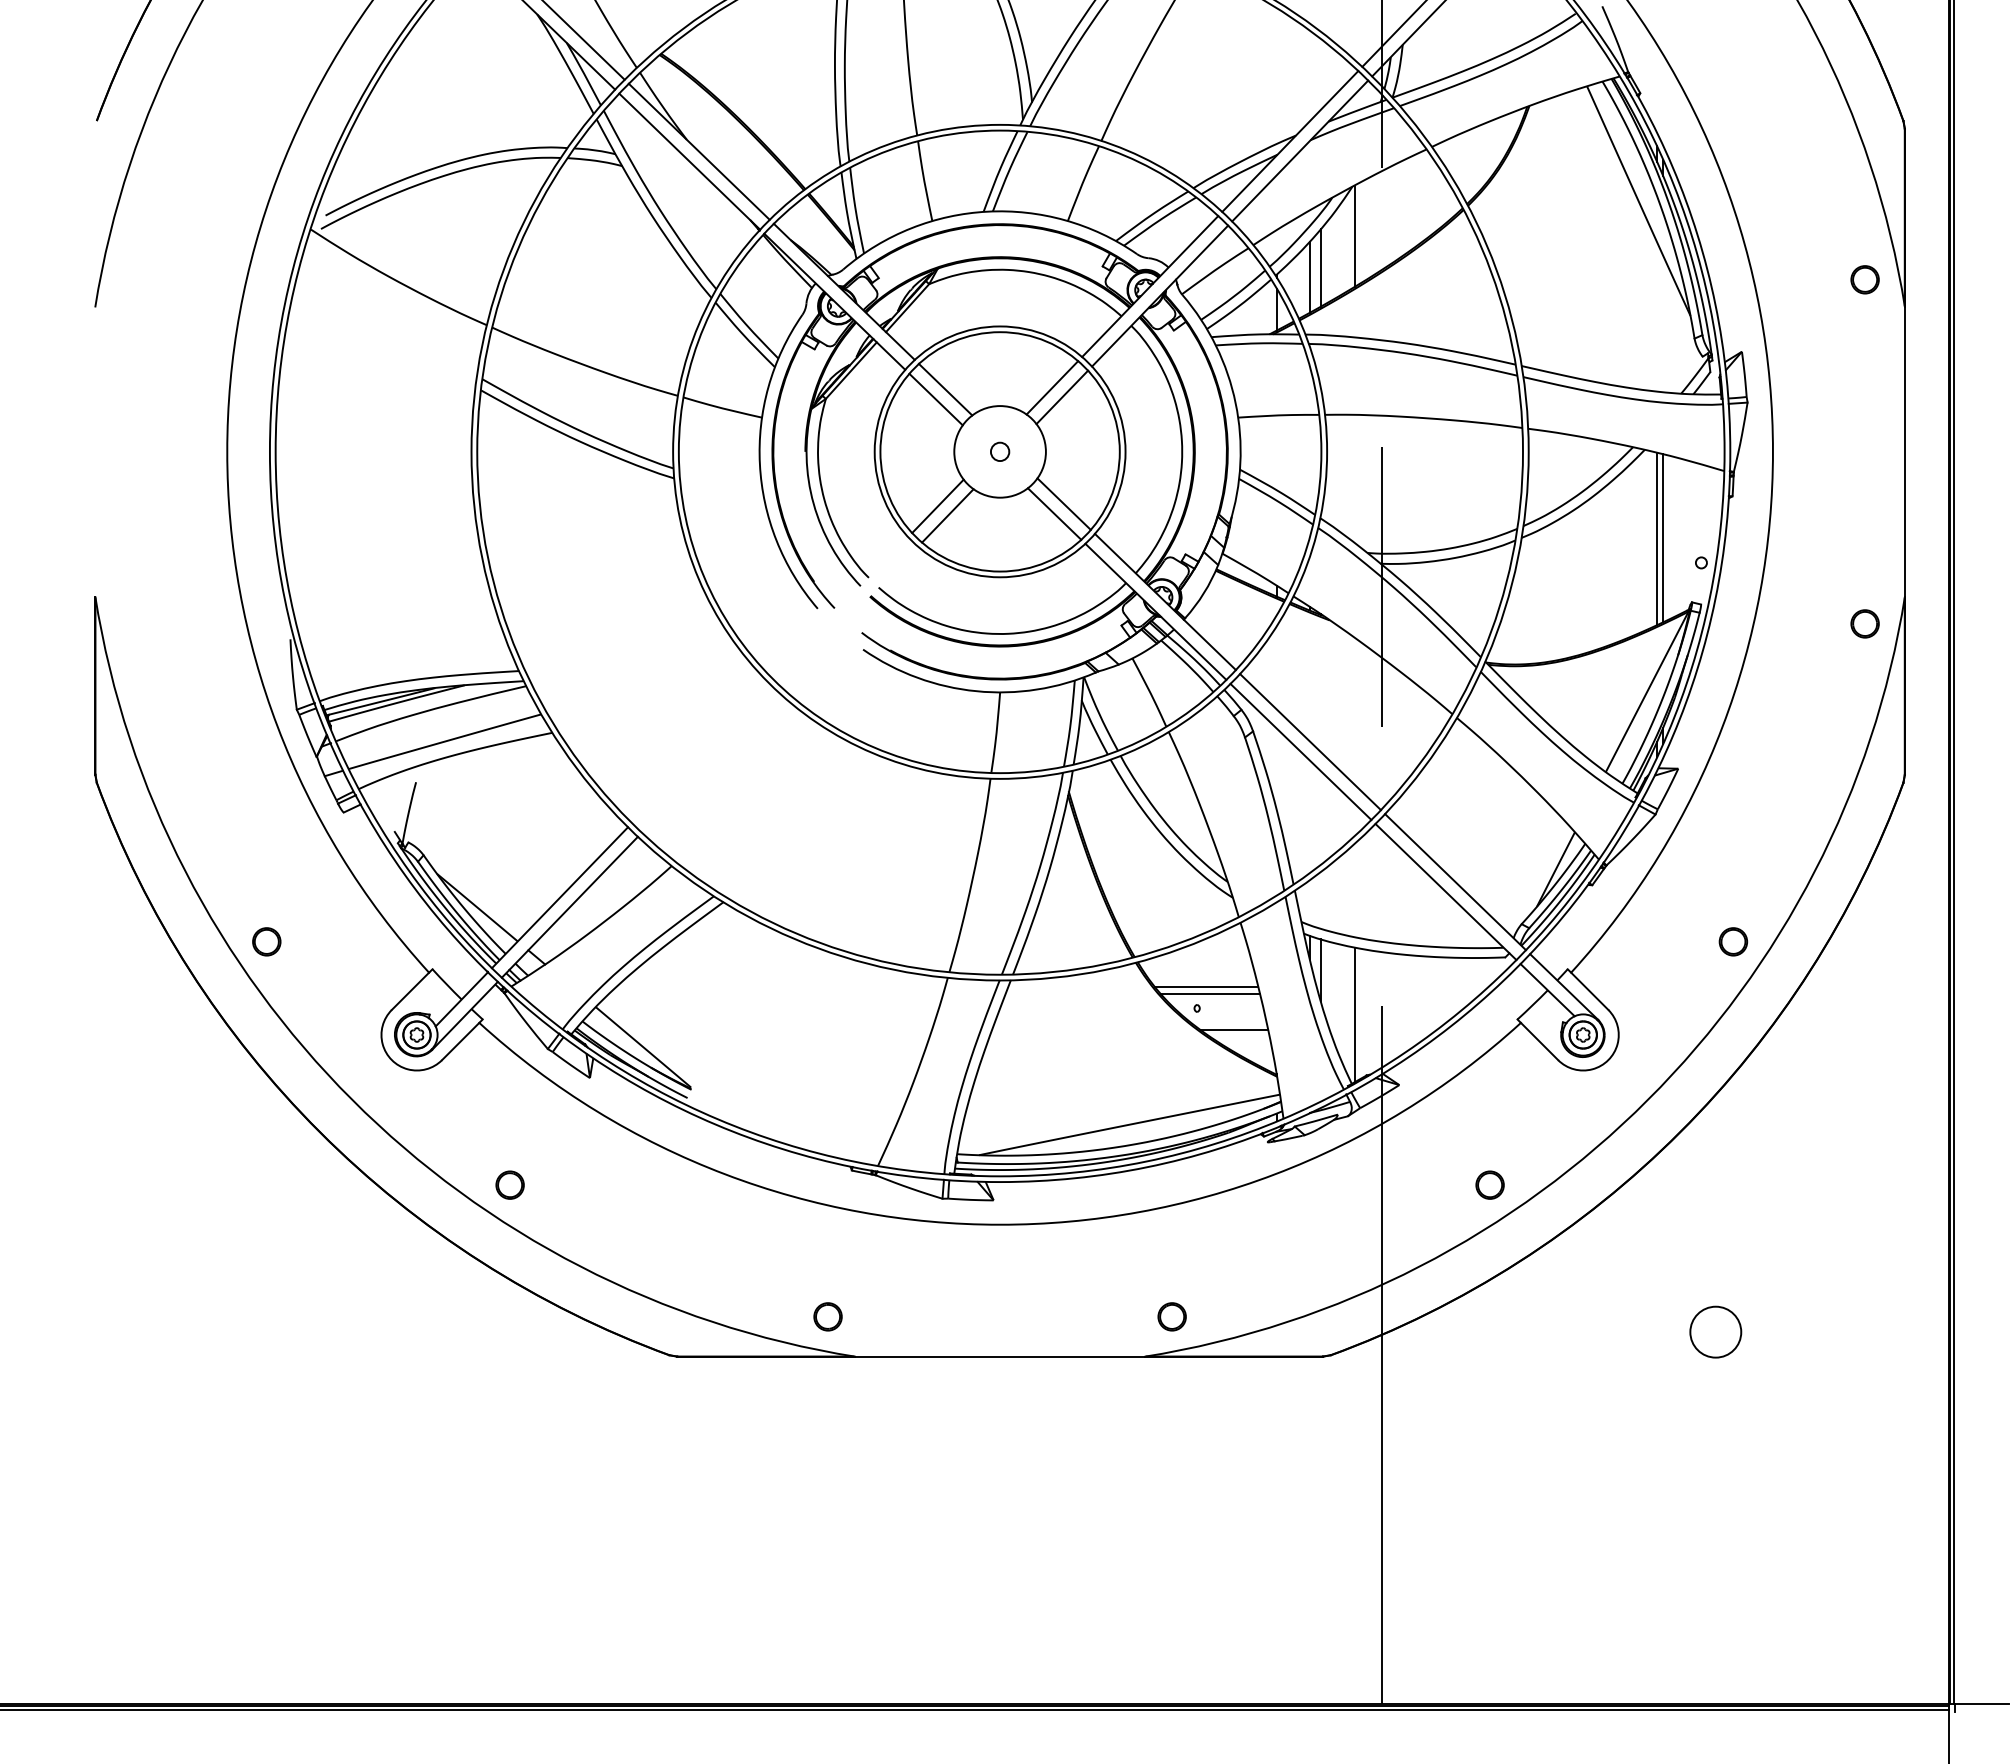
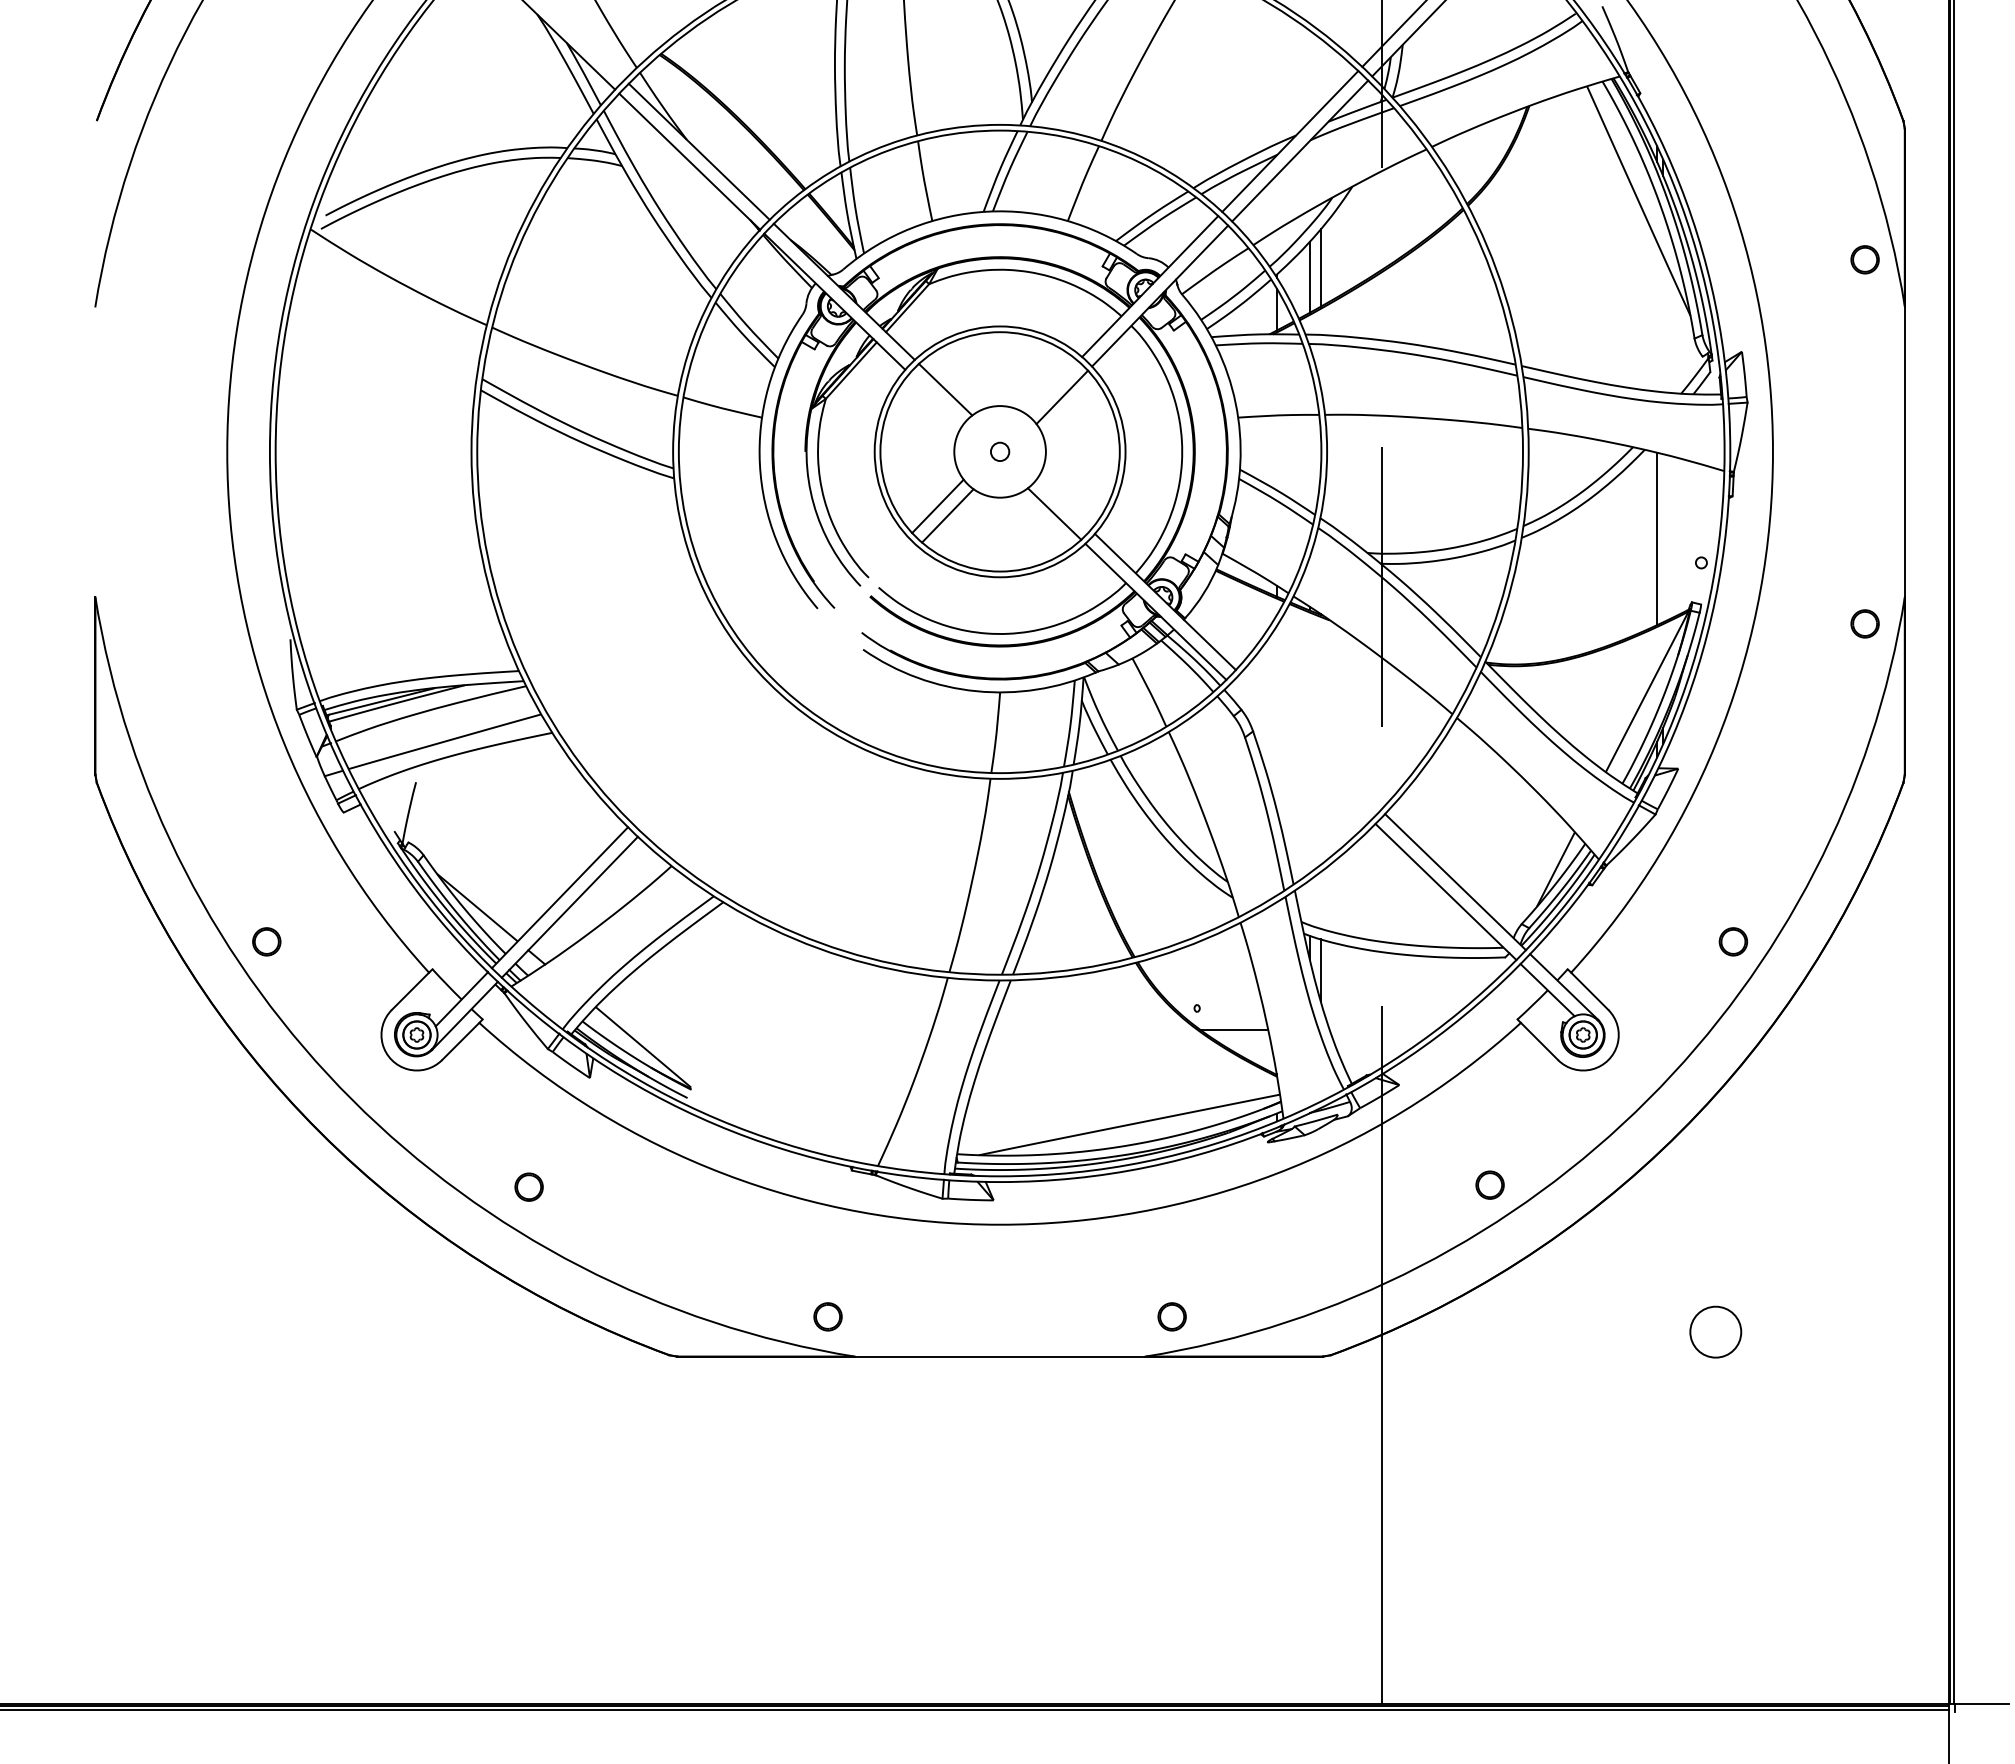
line at (584, 40): present -> none
line at (1354, 235): present -> none
part at (1864, 279) position: (1864, 279) -> (1864, 259)
line at (1052, 387): present -> none
line at (935, 399): present -> none
line at (1063, 503): present -> none
line at (1663, 538): present -> none
line at (1310, 742): present -> none
line at (1300, 751): present -> none
line at (1206, 986): present -> none
line at (1210, 994): present -> none
line at (1354, 1014): present -> none
part at (509, 1184) position: (509, 1184) -> (528, 1186)
